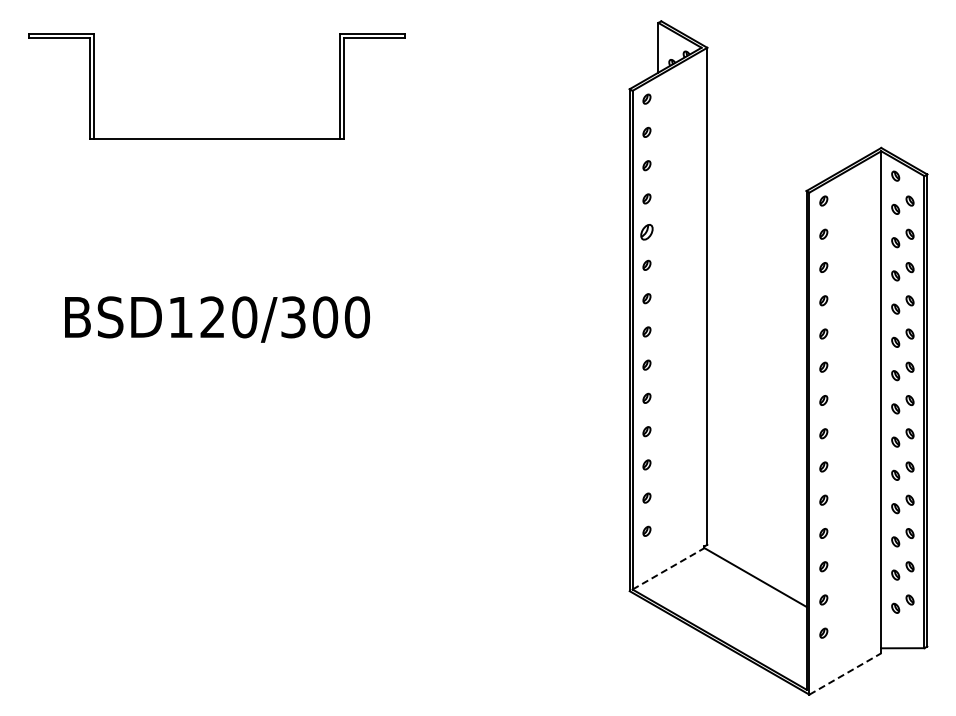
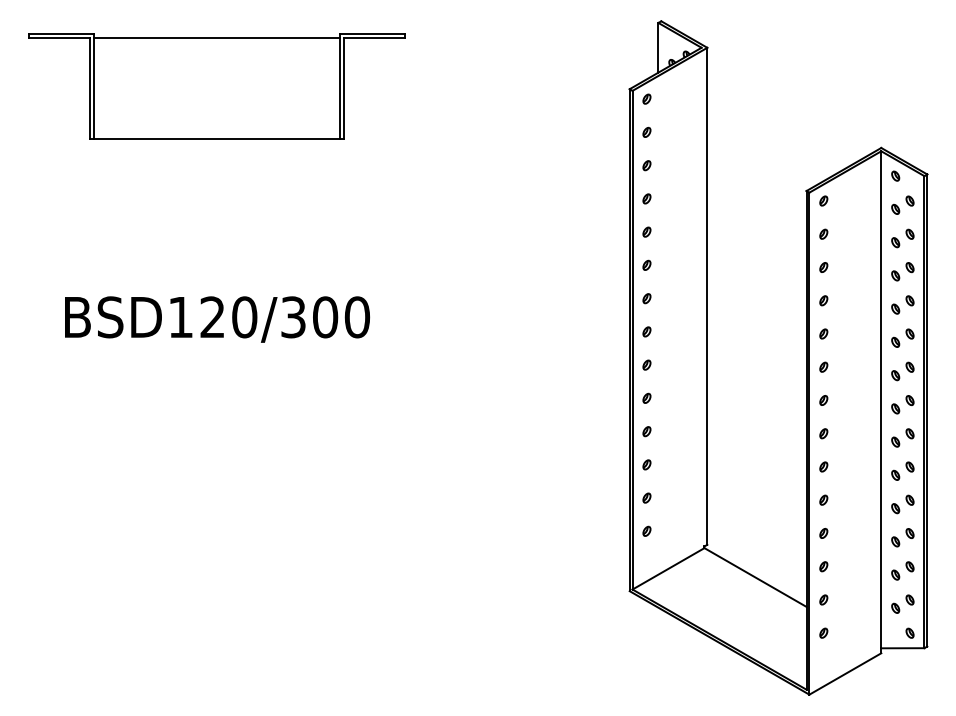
line at (216, 37): none -> present
part at (646, 232) size: 14x17 px -> 10x12 px
line at (668, 568): dashed -> solid
part at (909, 632): none -> present
line at (845, 673): dashed -> solid
